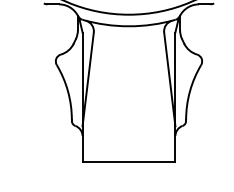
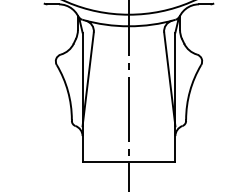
line at (129, 95): none -> present
